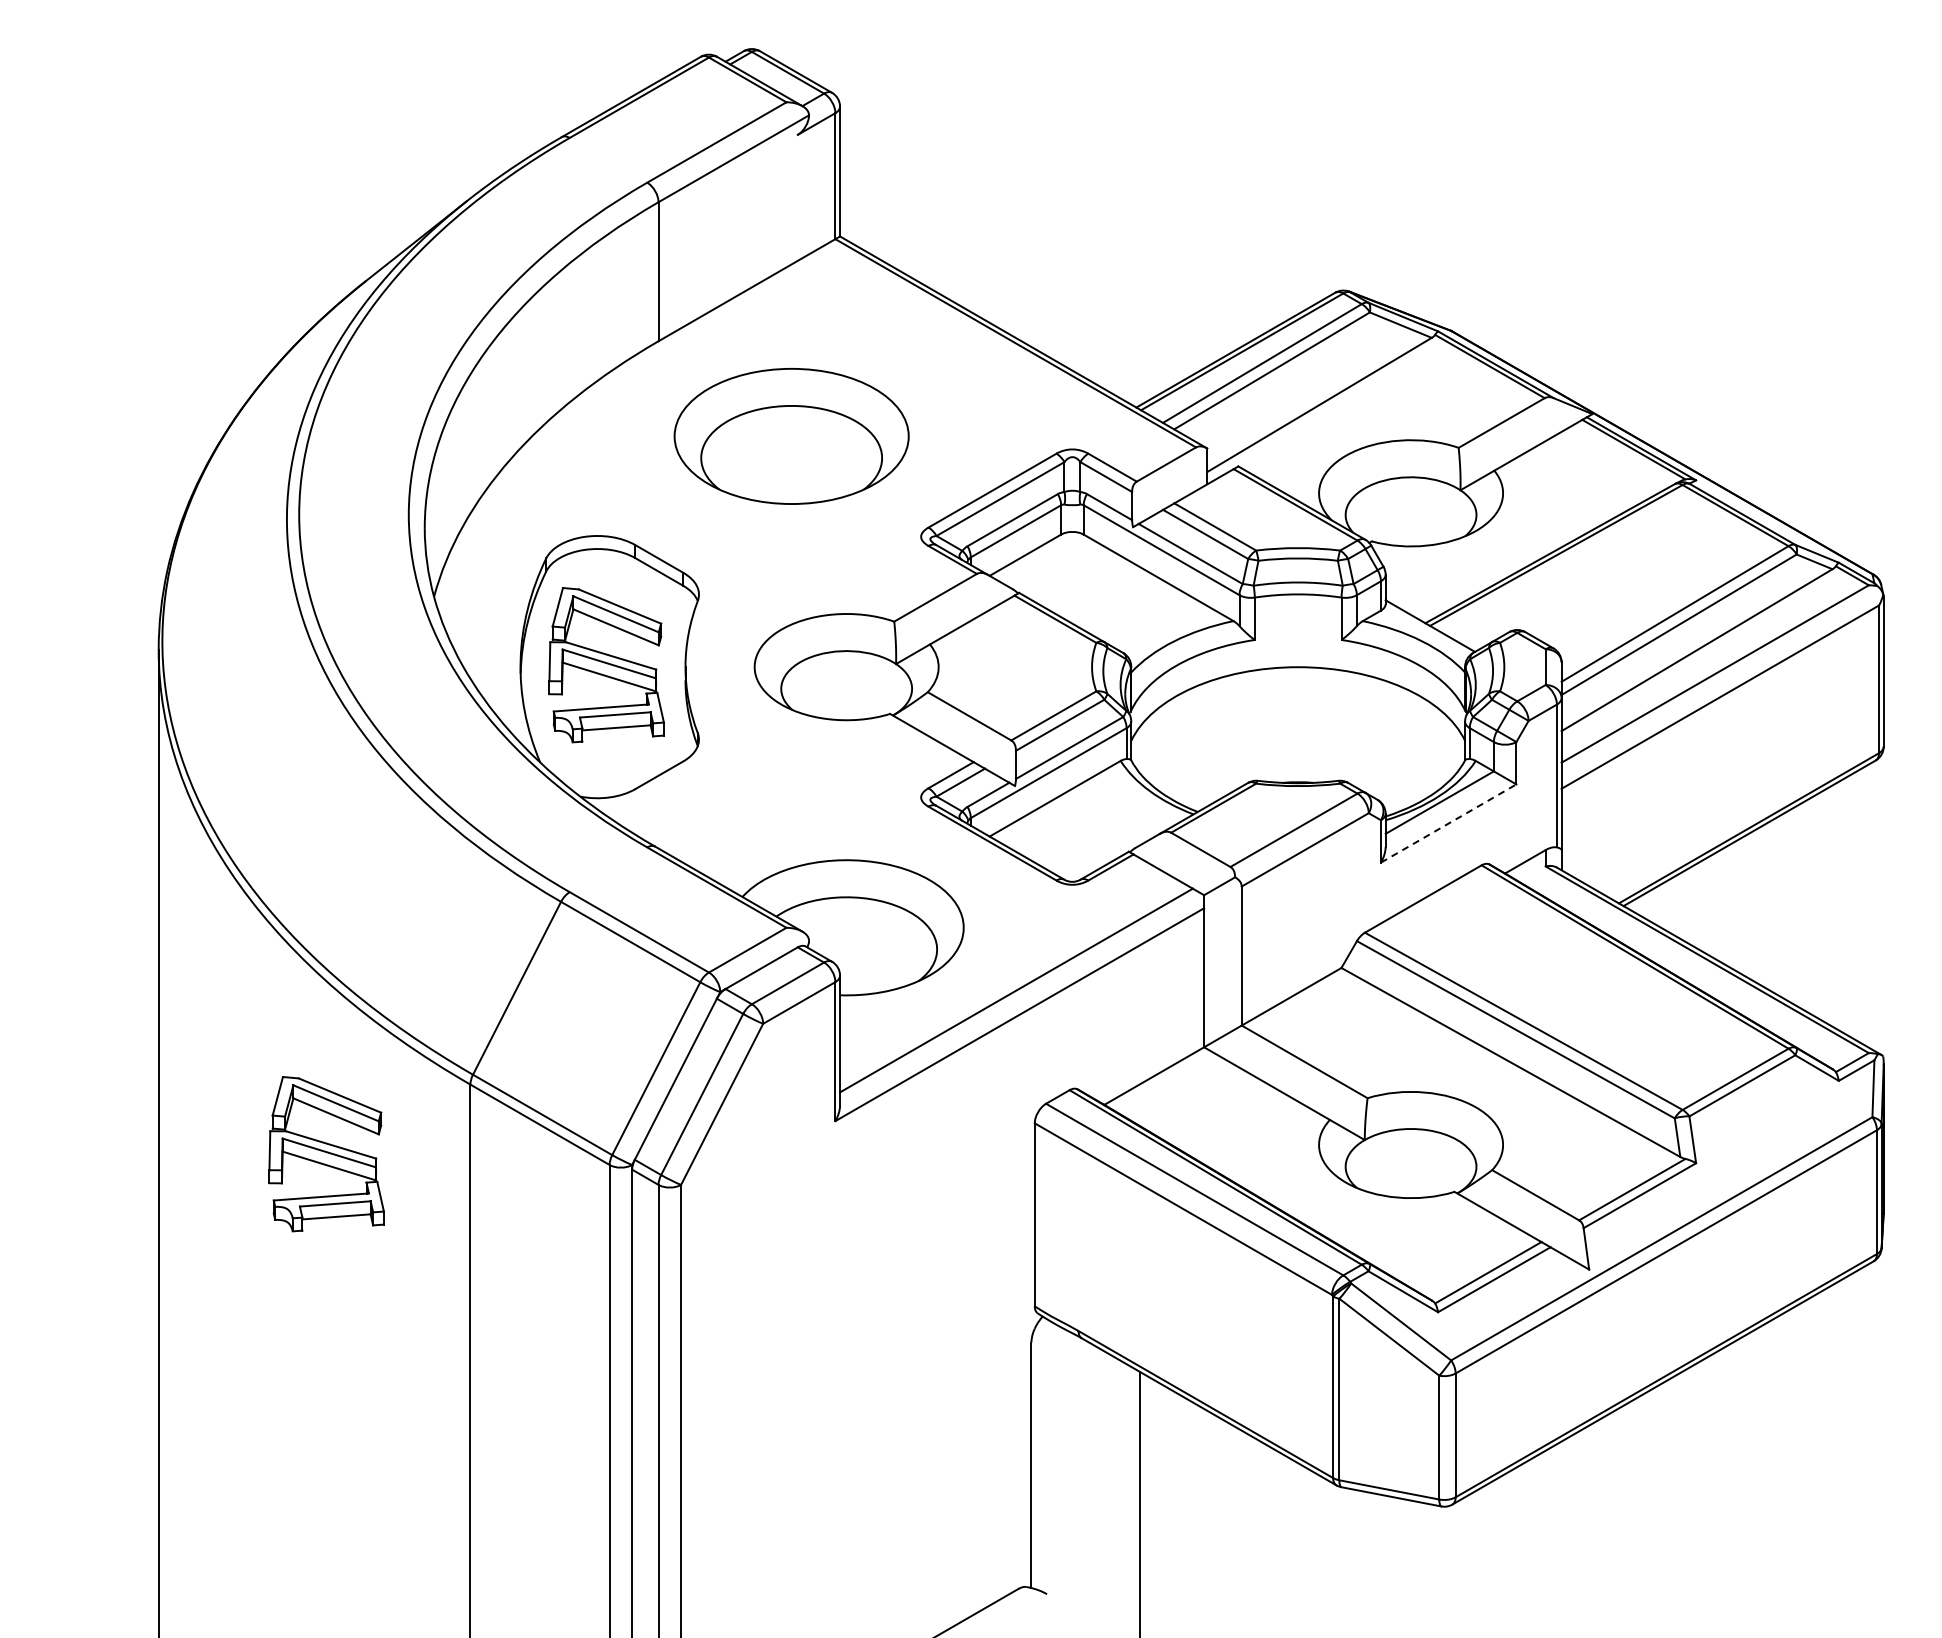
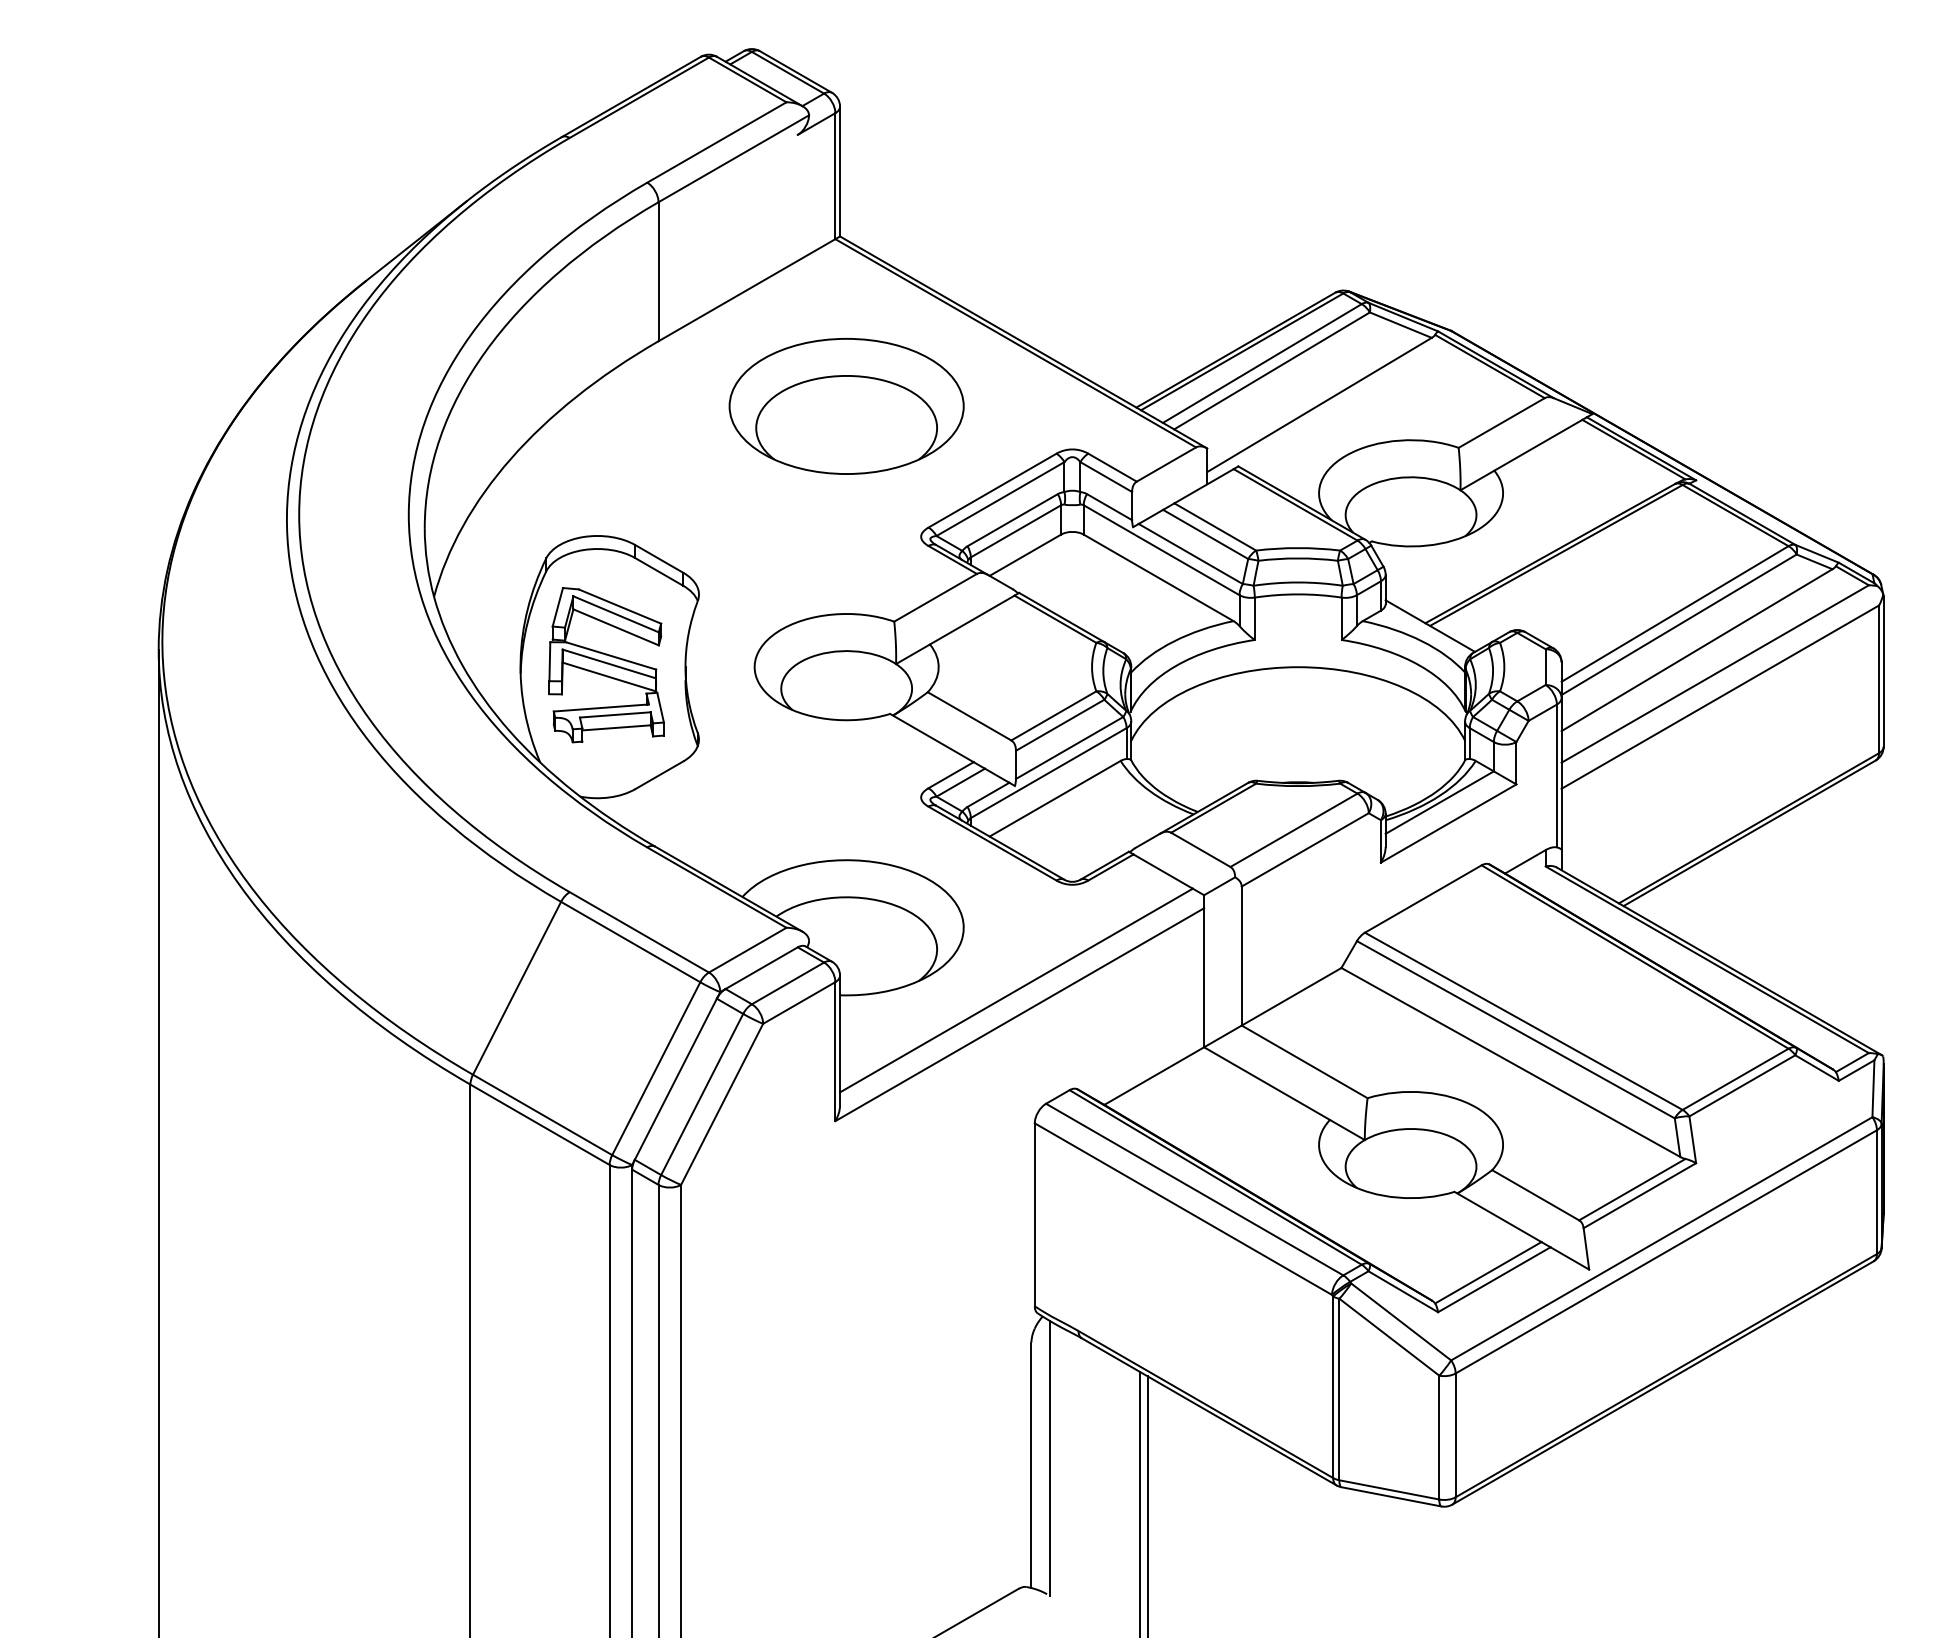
part at (791, 436) position: (791, 436) -> (846, 406)
line at (1449, 823): dashed -> solid
part at (326, 1154): present -> none
line at (1050, 1458): none -> present
line at (1147, 1505): none -> present
